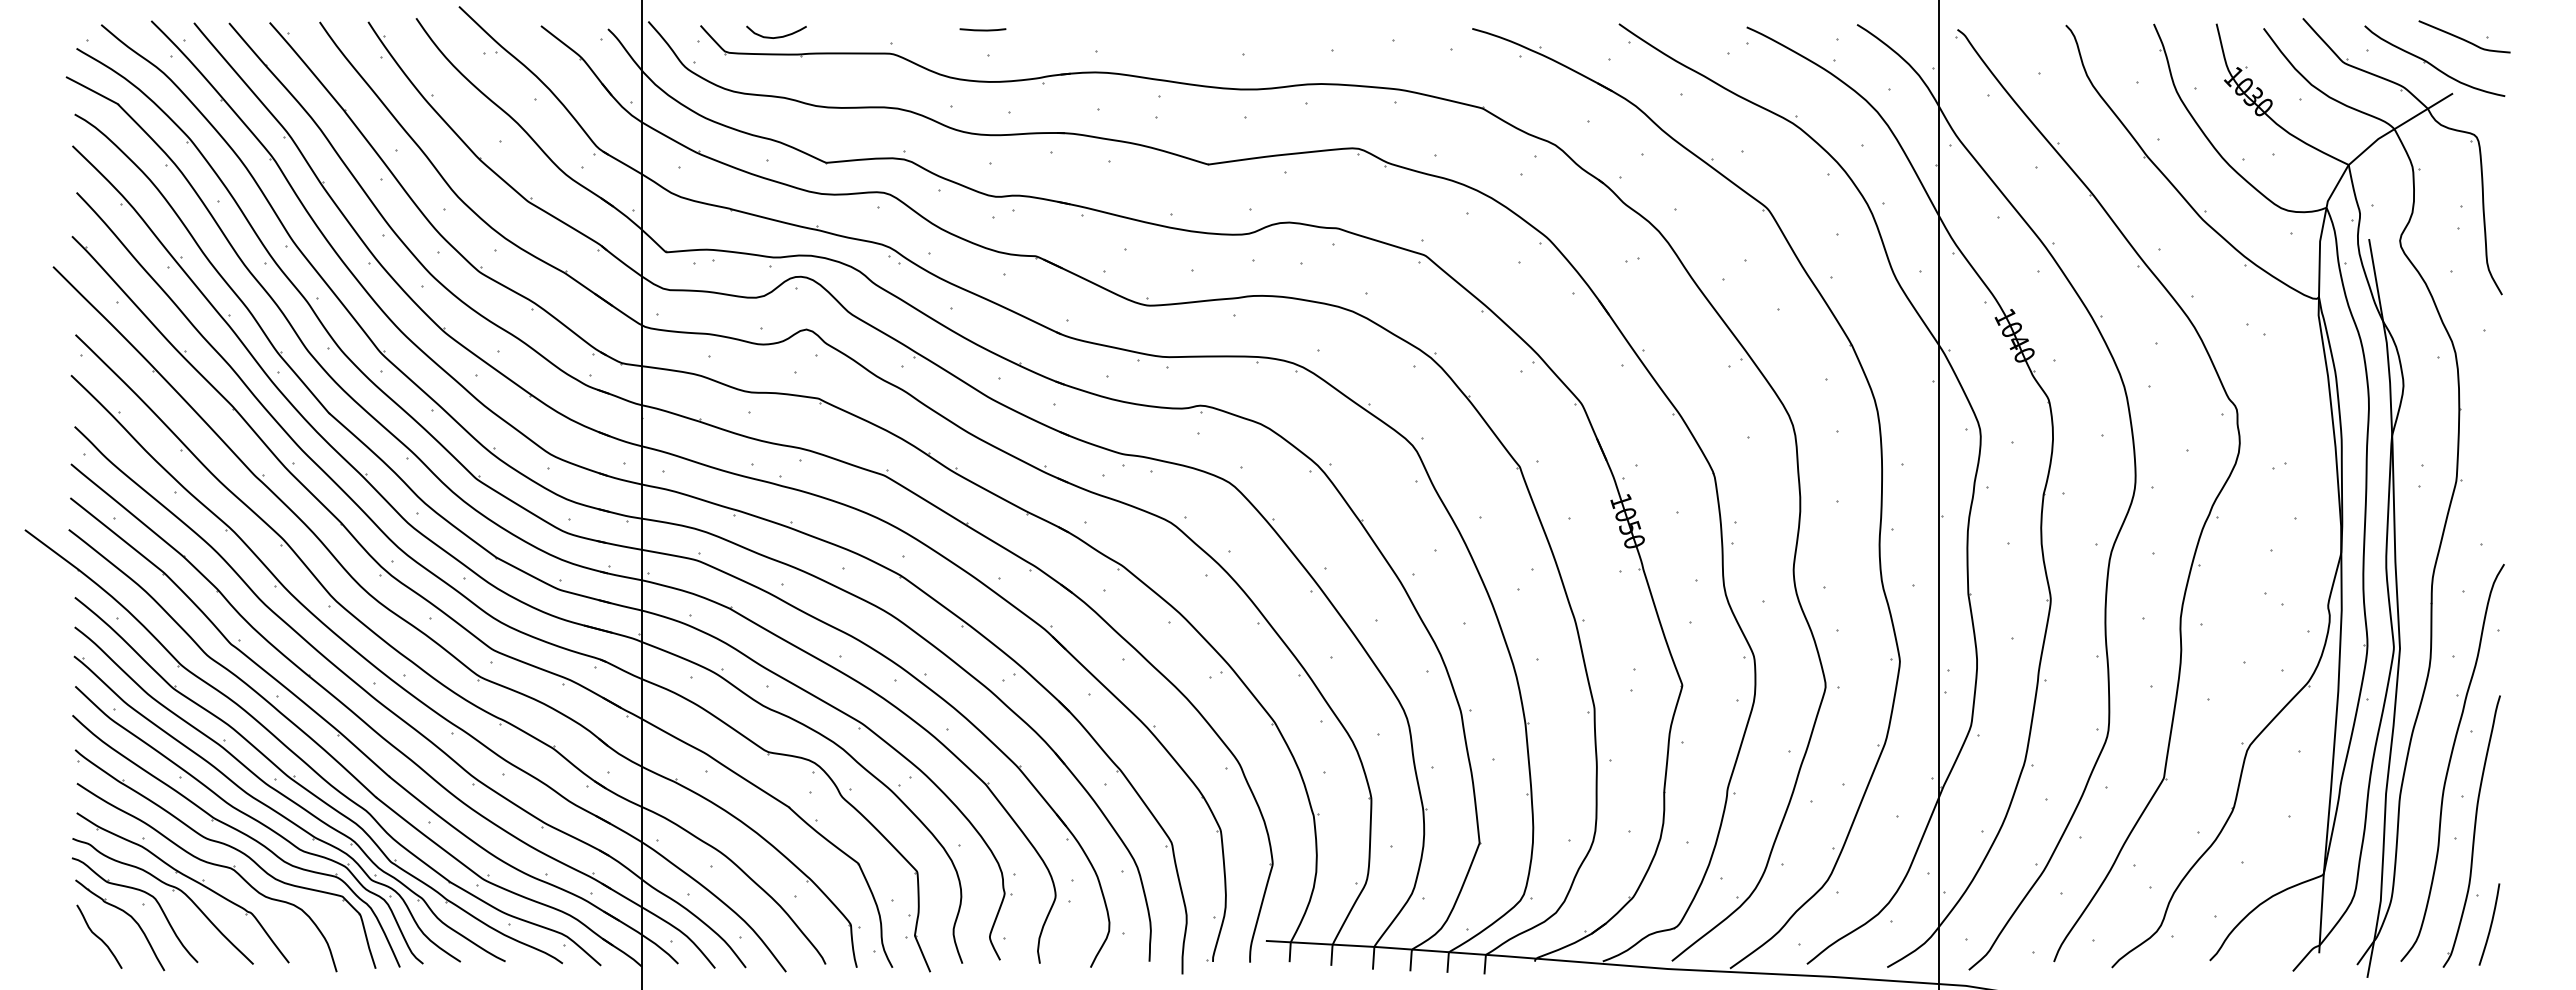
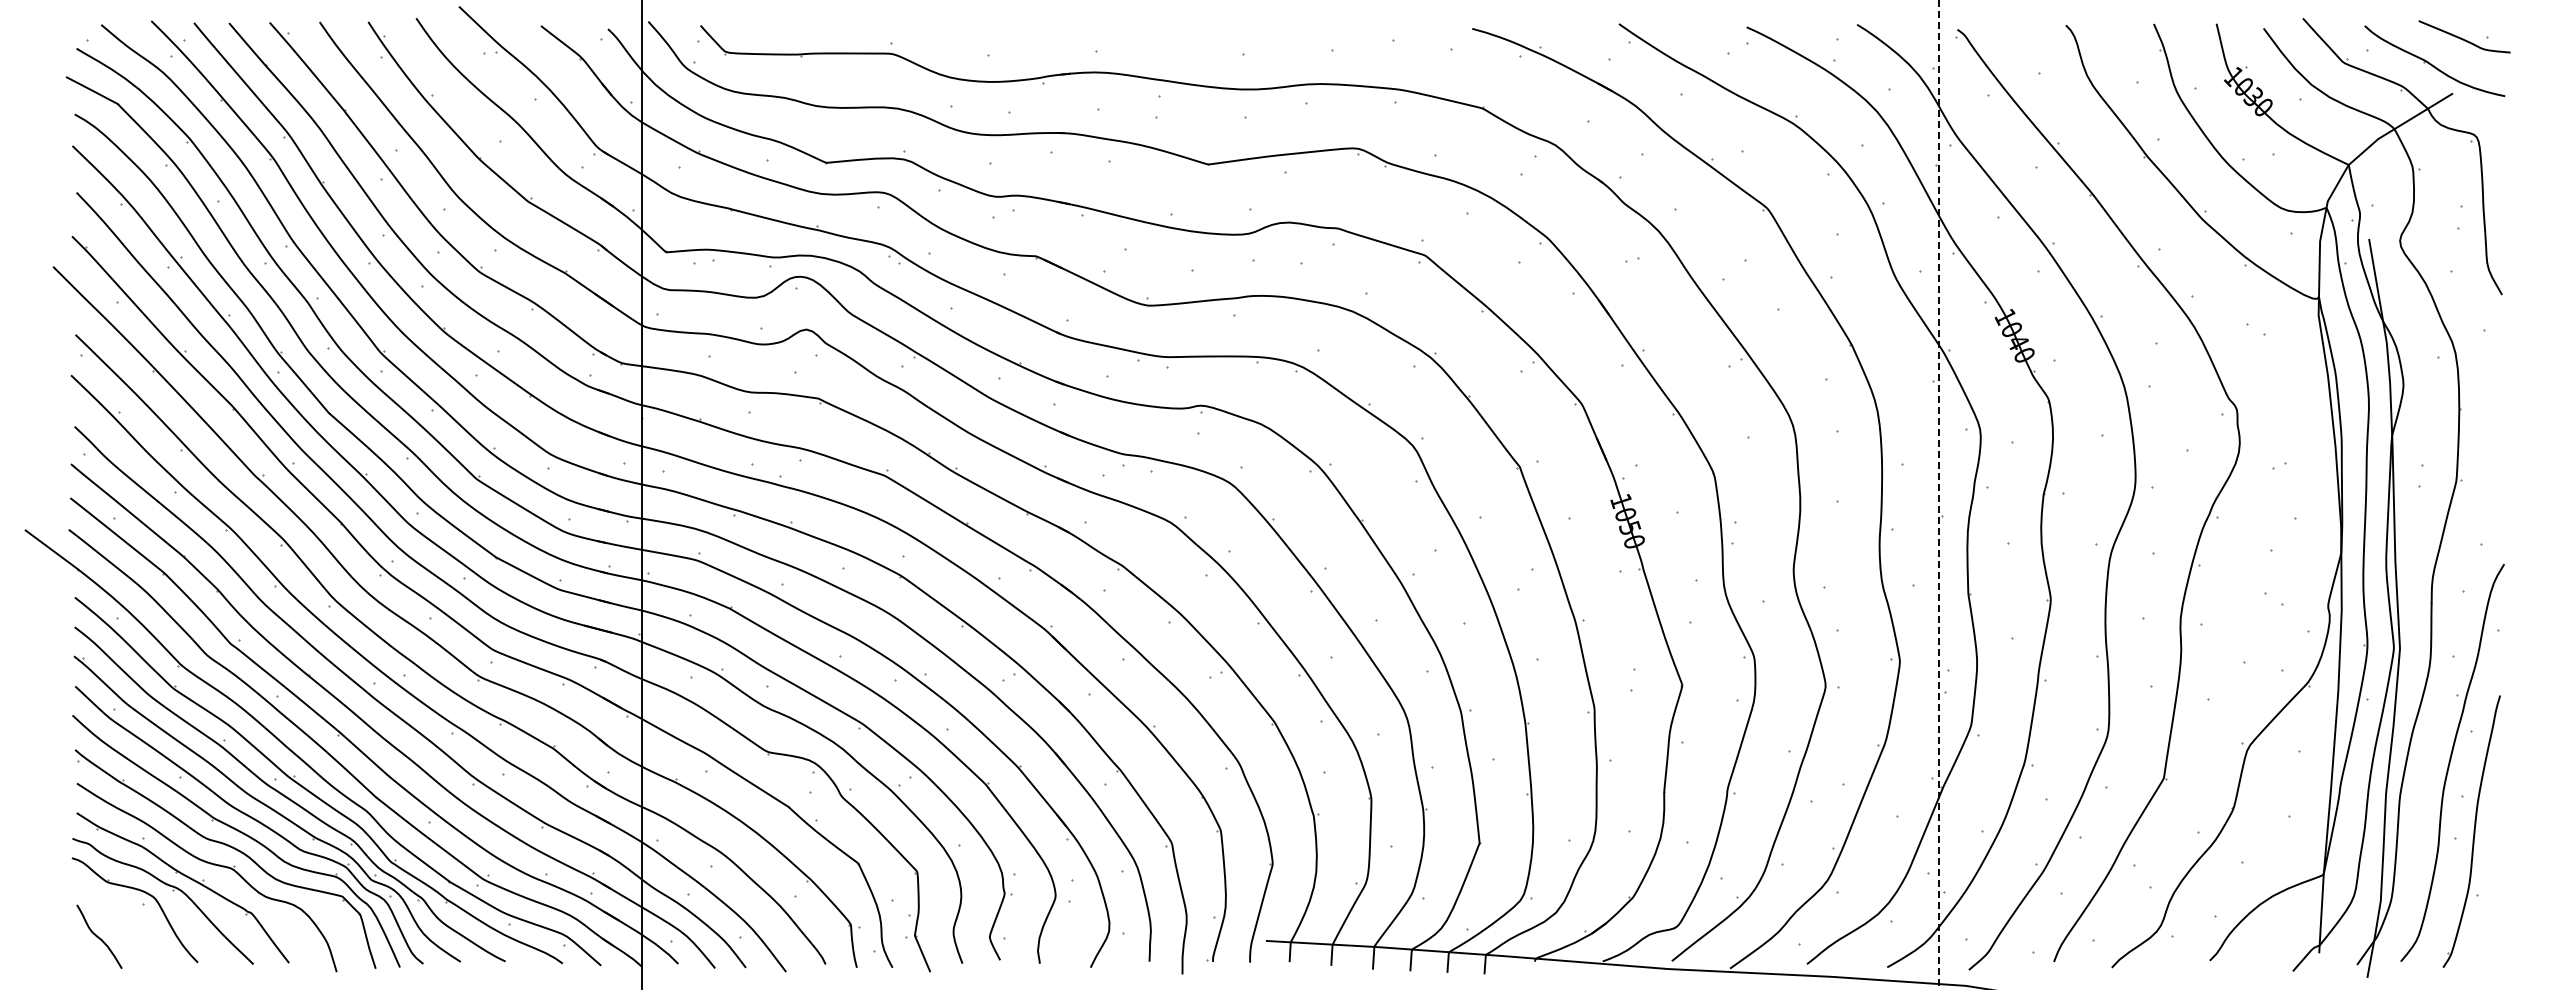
line at (982, 29): present -> none
curve at (776, 36): present -> none
line at (1939, 495): solid -> dashed
part at (126, 914): present -> none
curve at (2490, 924): present -> none
